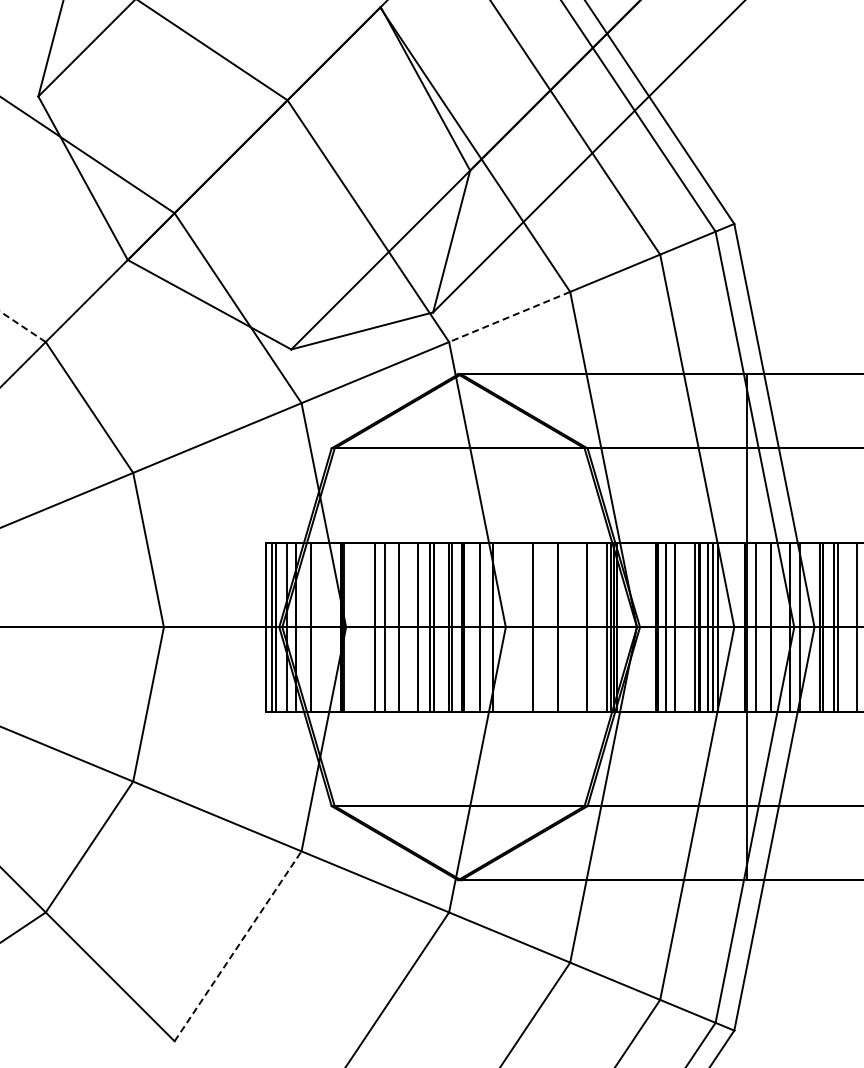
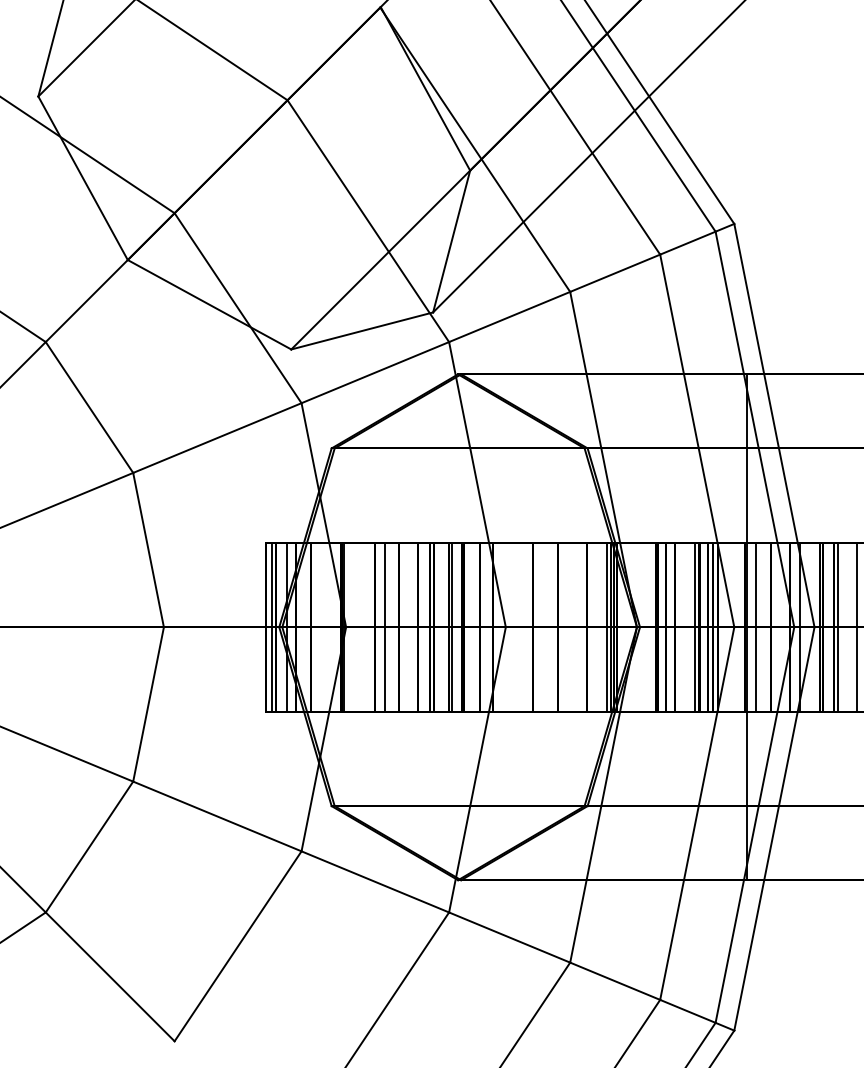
line at (509, 317): dashed -> solid
line at (22, 326): dashed -> solid
line at (238, 945): dashed -> solid
